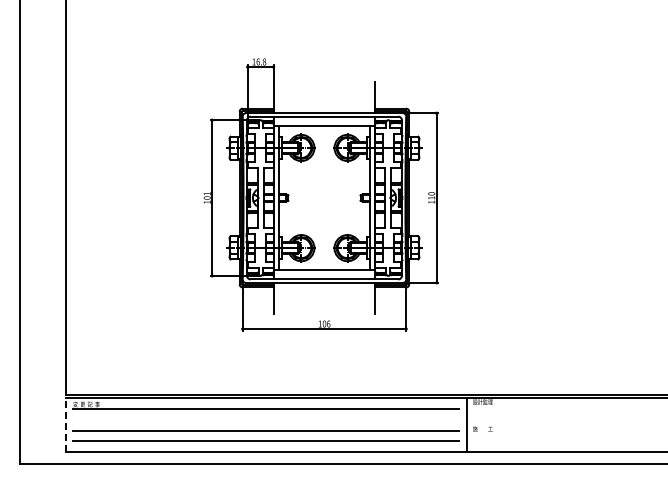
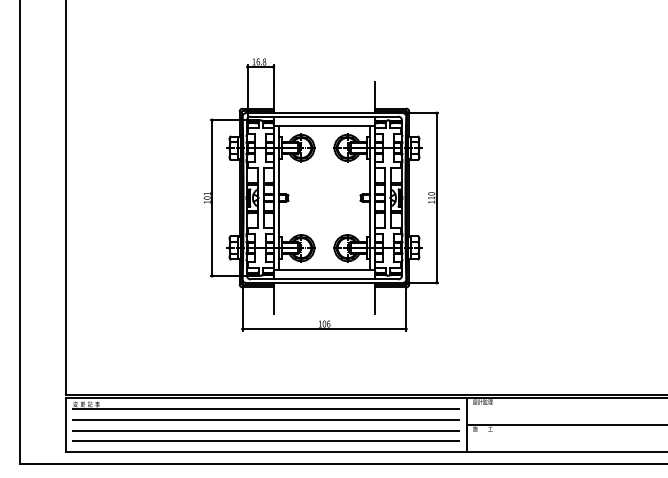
line at (265, 419): none -> present
line at (66, 425): dashed -> solid
line at (566, 425): none -> present
